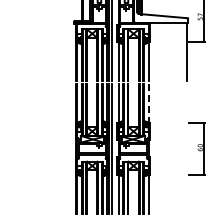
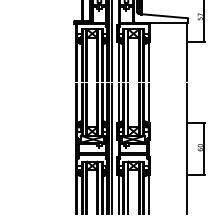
line at (148, 103): dashed -> solid
line at (186, 148): none -> present
